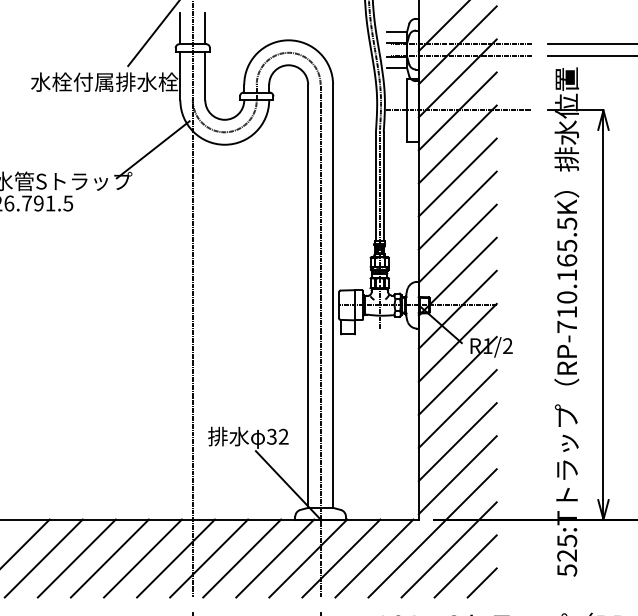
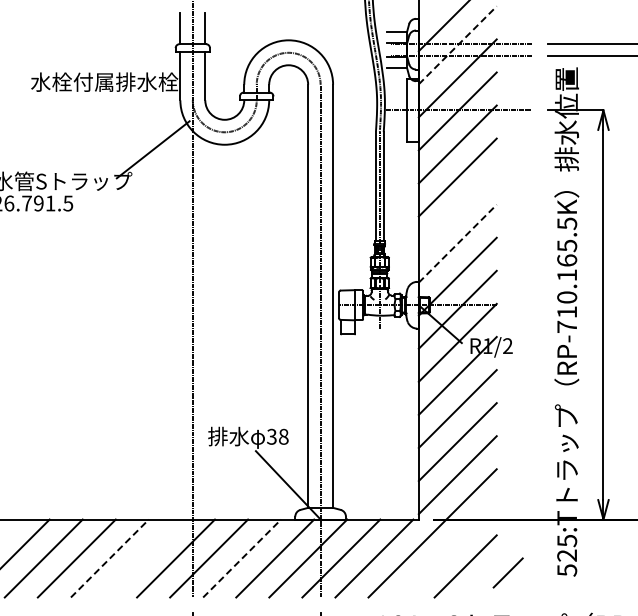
line at (153, 34): present -> none
line at (458, 44): solid -> dashed
line at (457, 210): present -> none
line at (458, 243): solid -> dashed
text at (283, 436): 32 -> 38
line at (448, 549): present -> none
line at (110, 558): solid -> dashed
line at (142, 558): present -> none
line at (242, 558): solid -> dashed
line at (481, 582) position: (481, 582) -> (507, 572)
